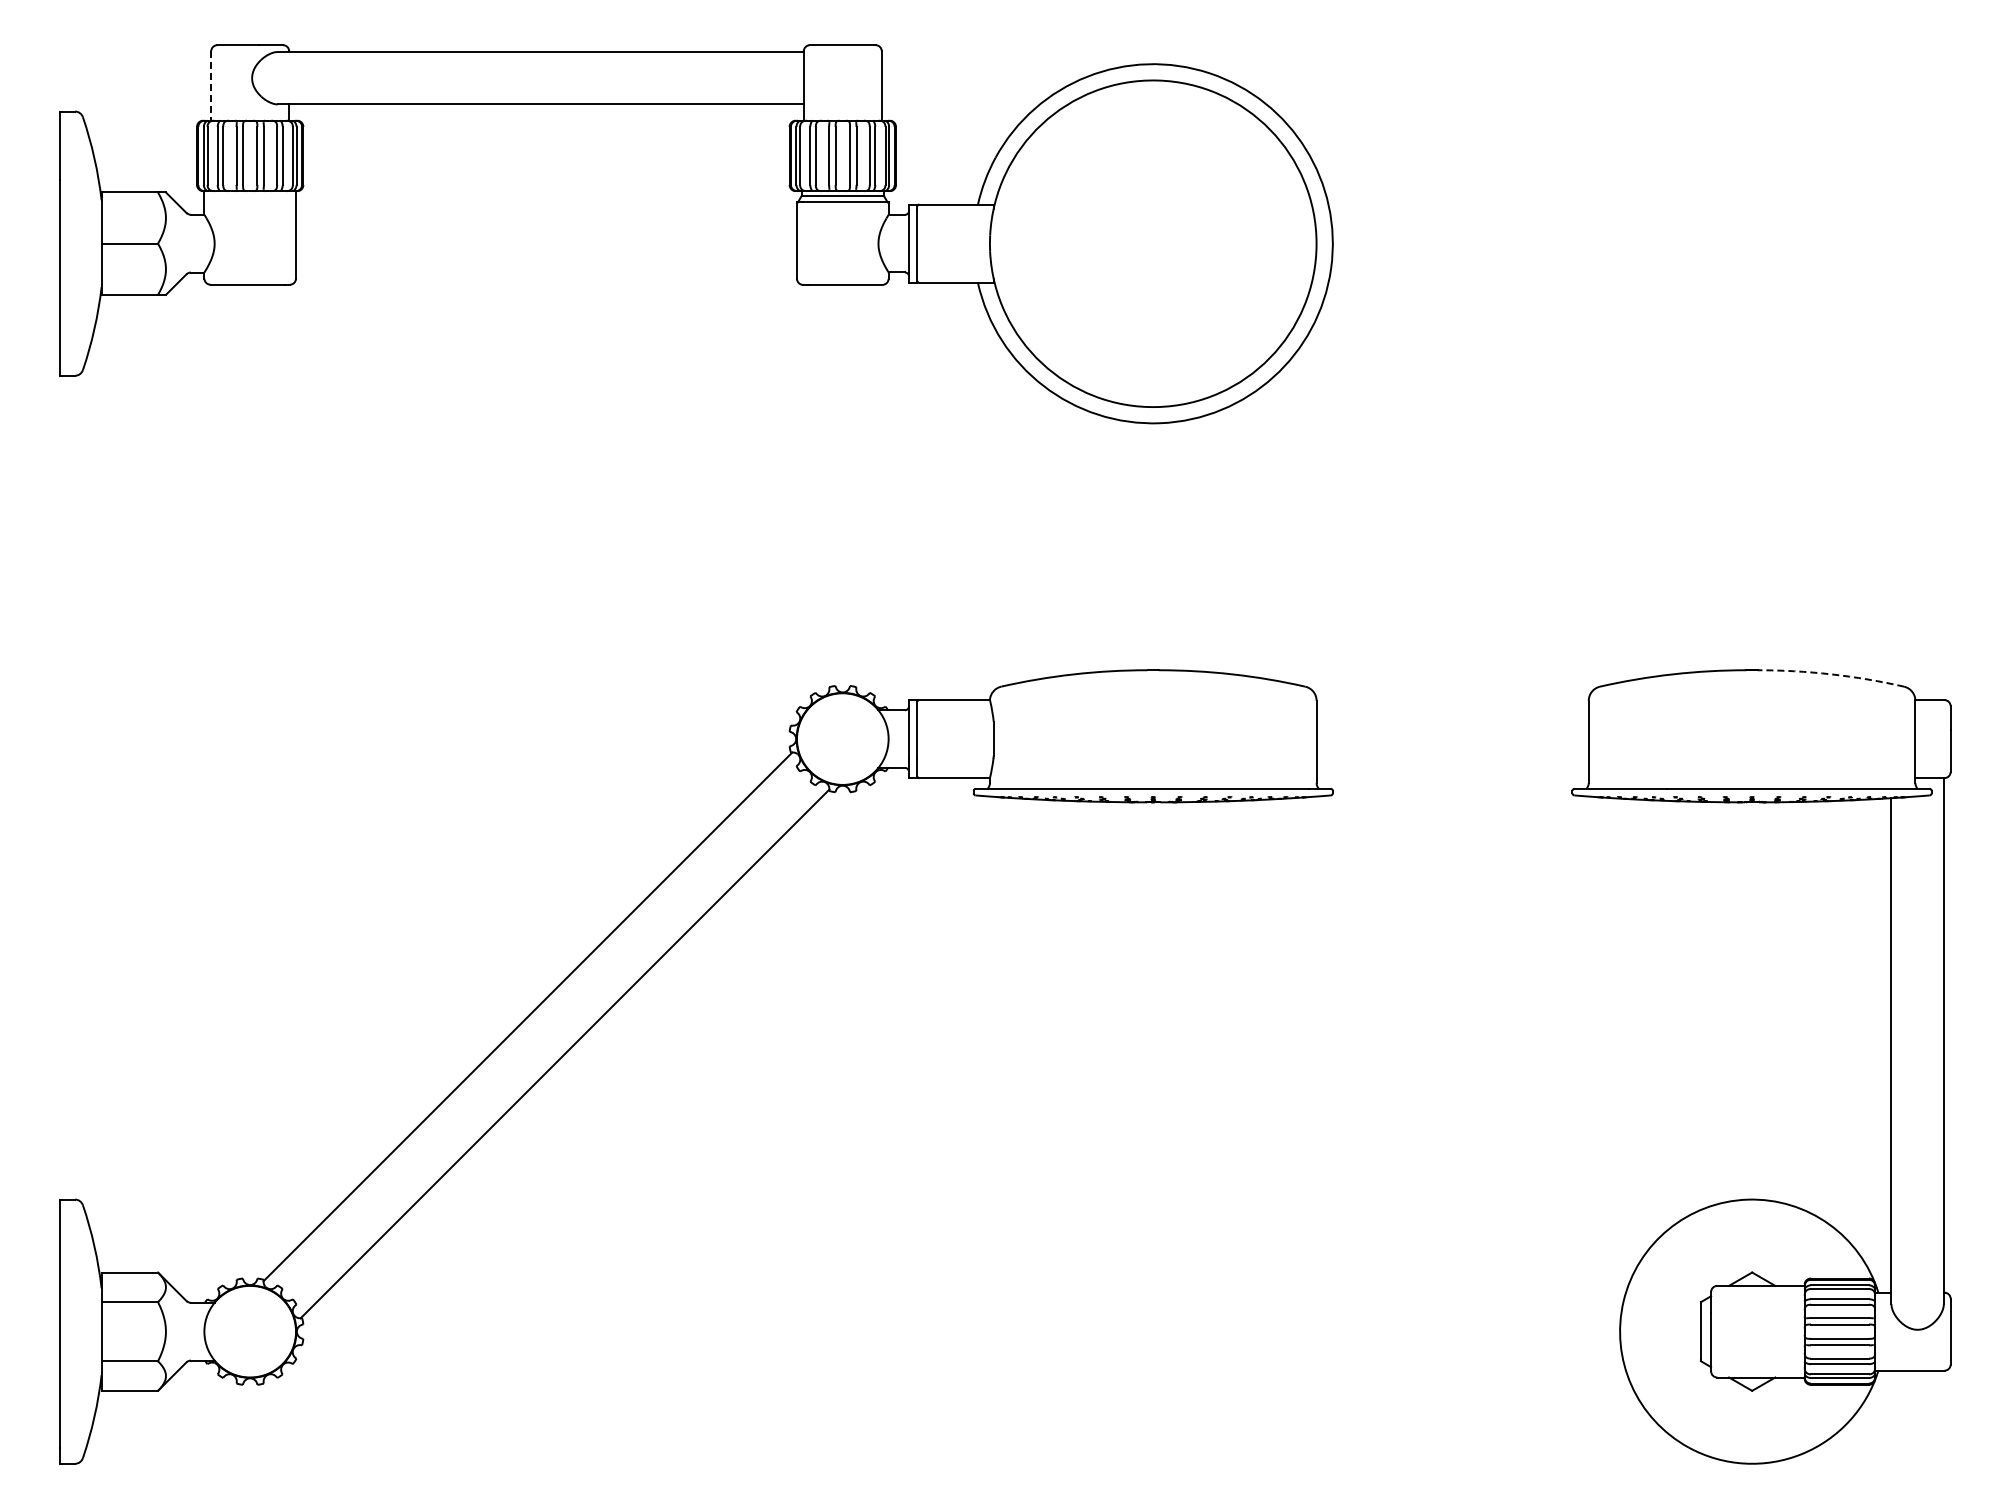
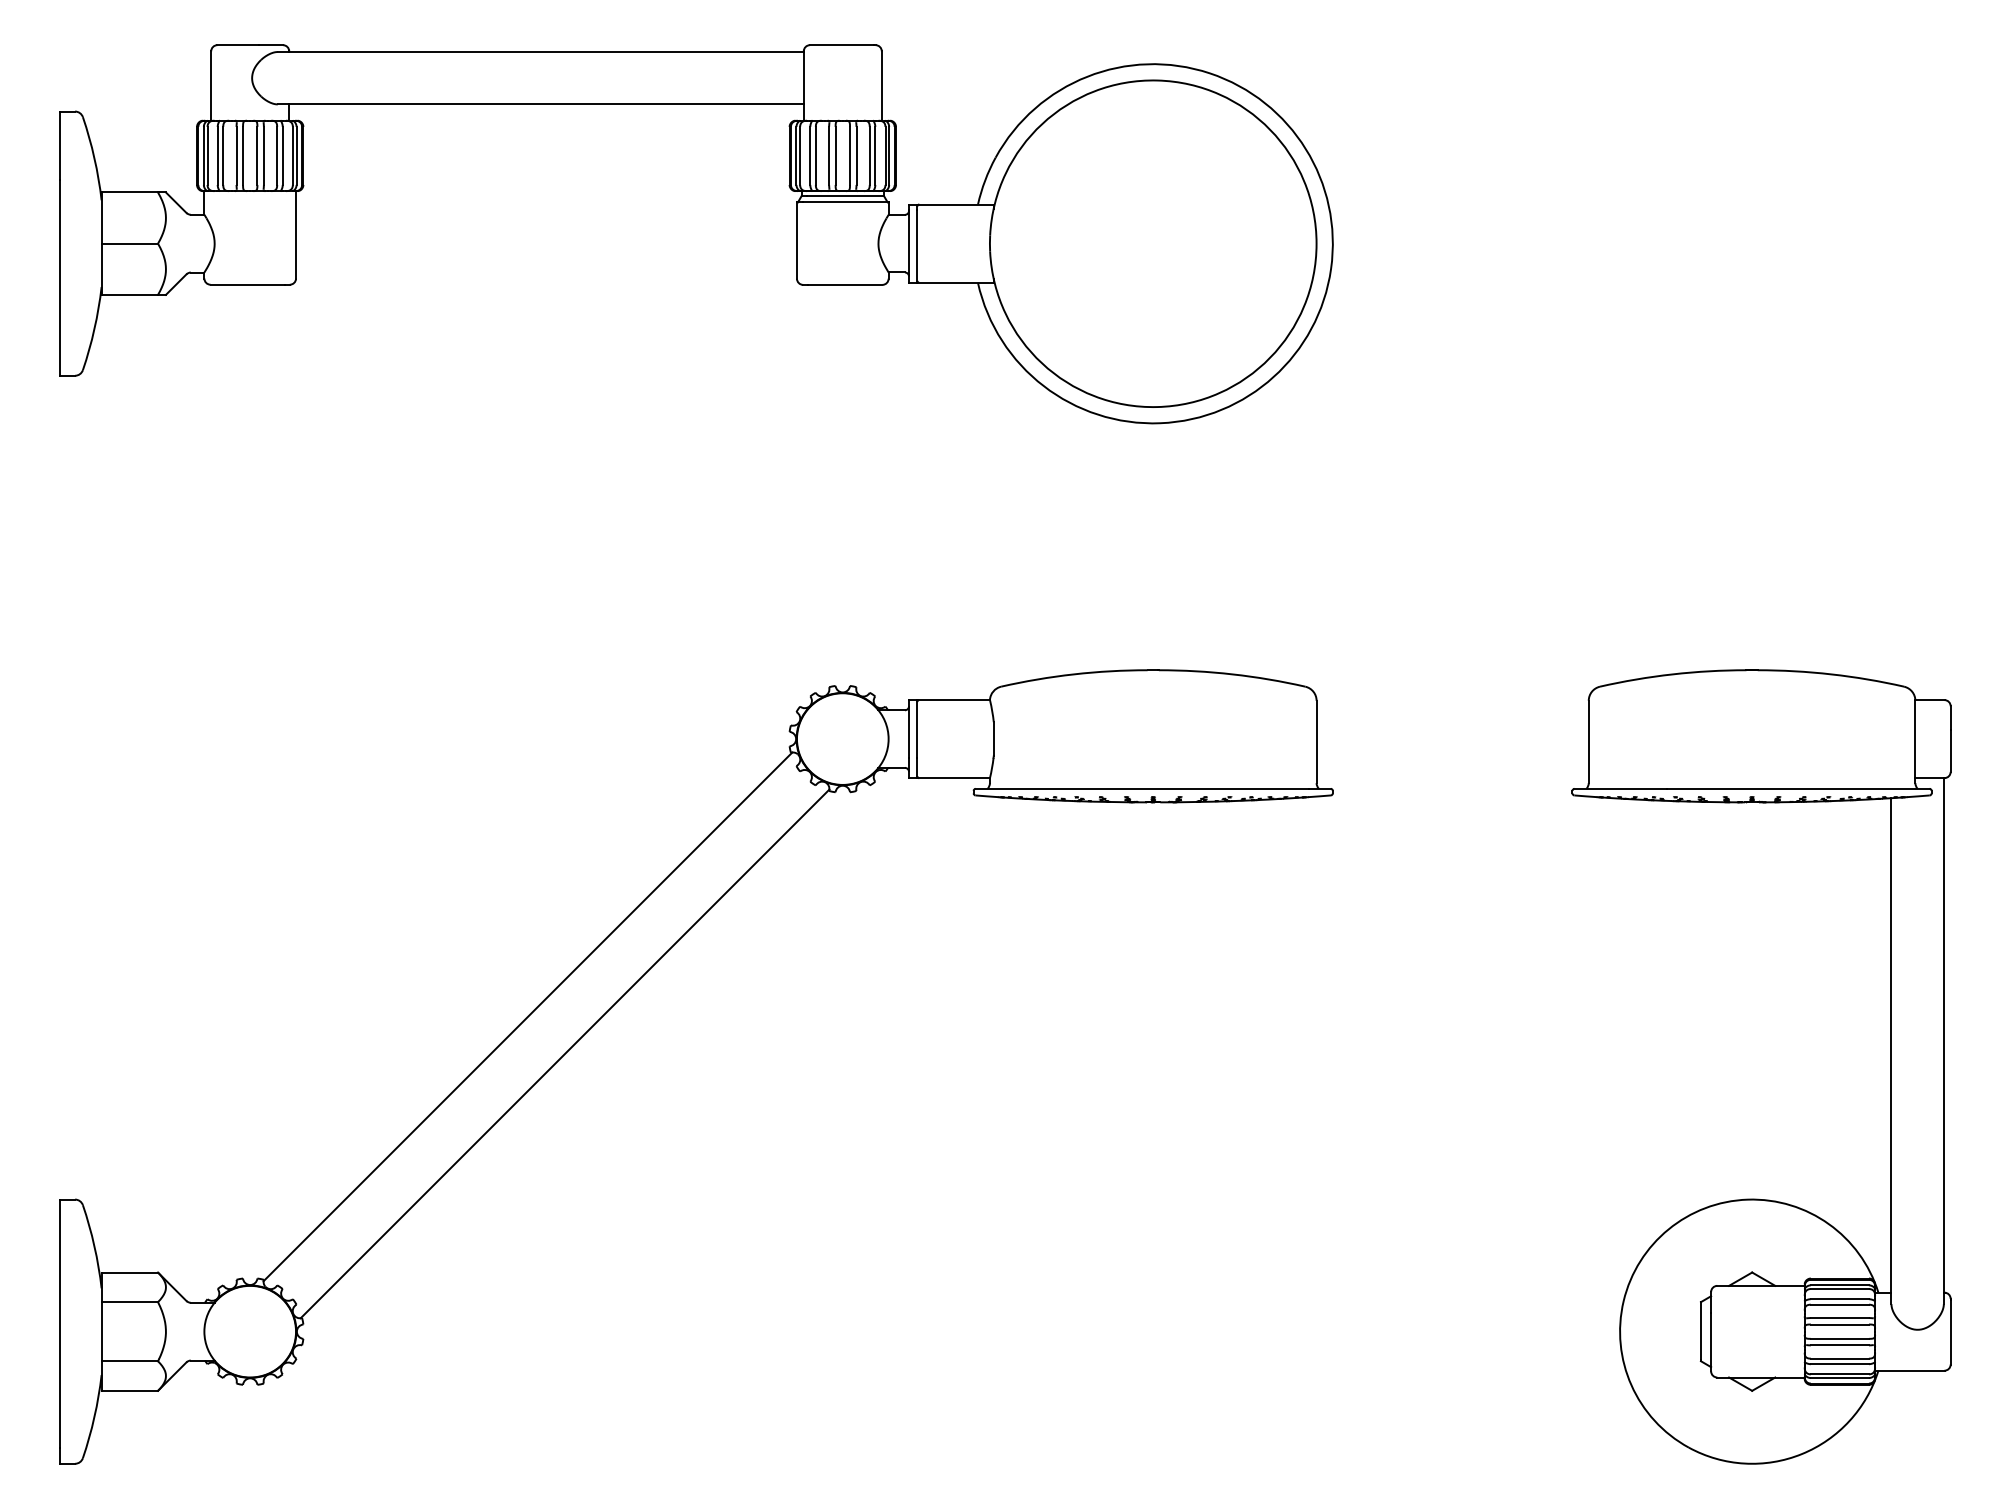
line at (211, 86): dashed -> solid
arc at (1831, 674): dashed -> solid
